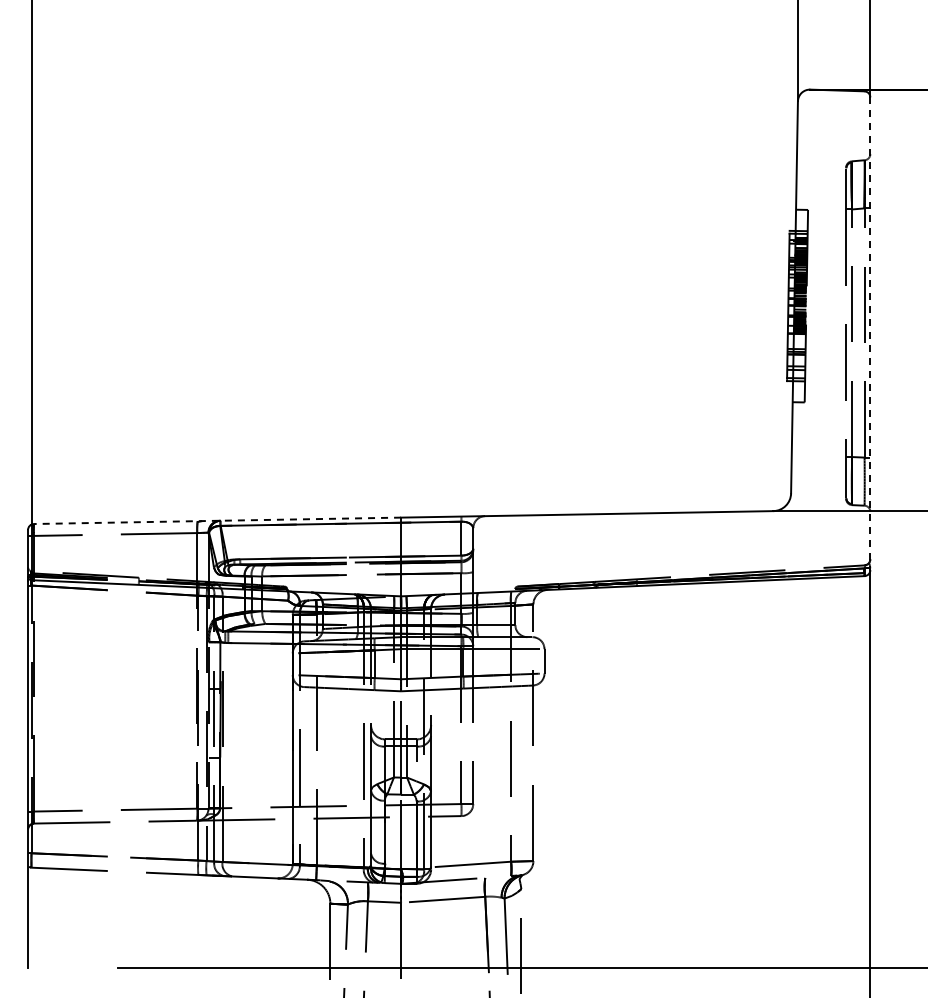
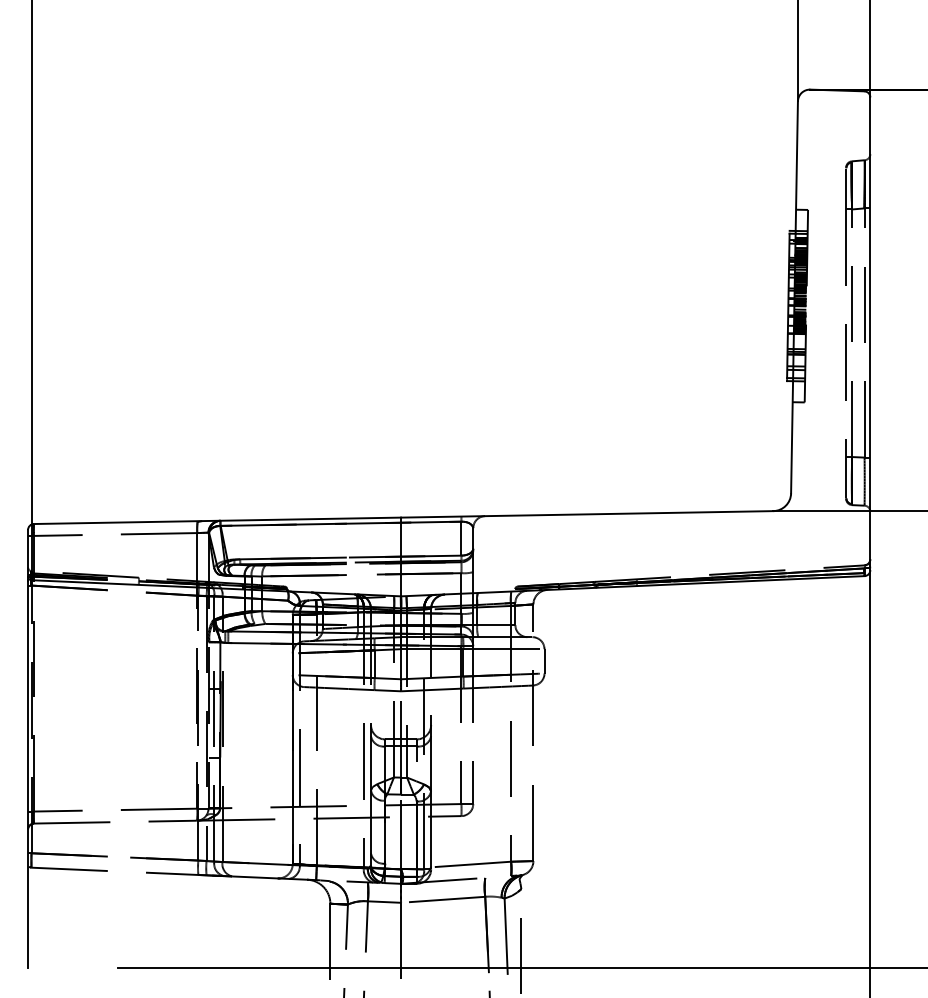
line at (870, 334): dashed -> solid
line at (217, 520): dashed -> solid
